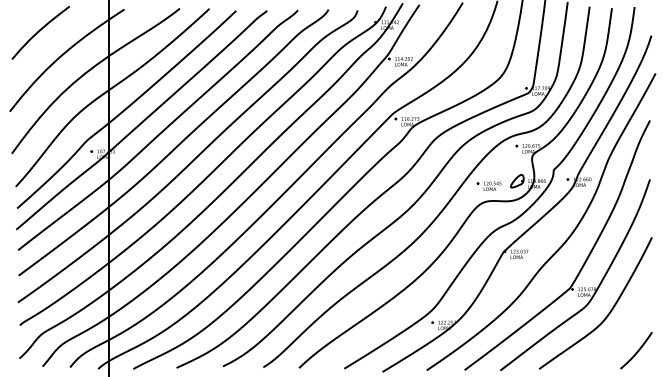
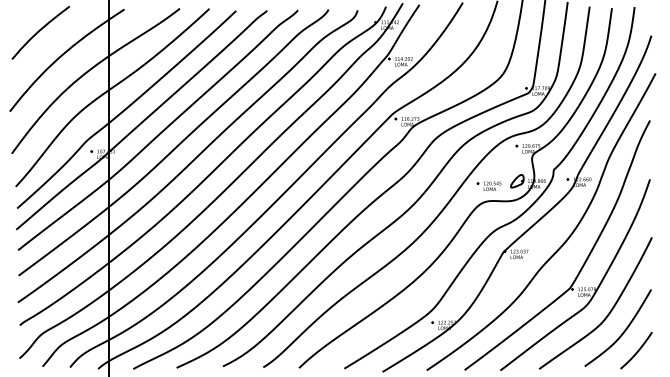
curve at (622, 332): none -> present
